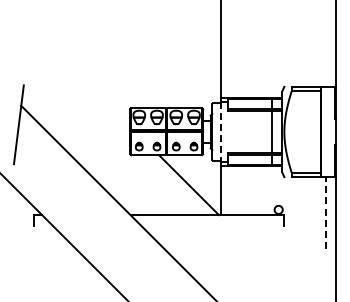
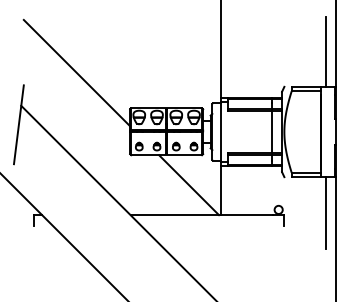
line at (325, 51): none -> present
line at (76, 72): none -> present
line at (221, 132): dashed -> solid
line at (325, 213): dashed -> solid
